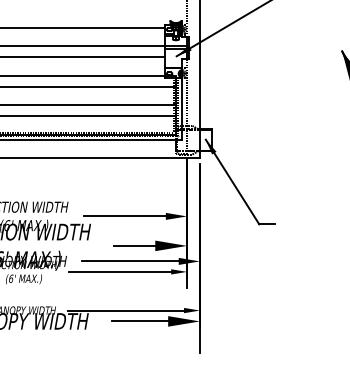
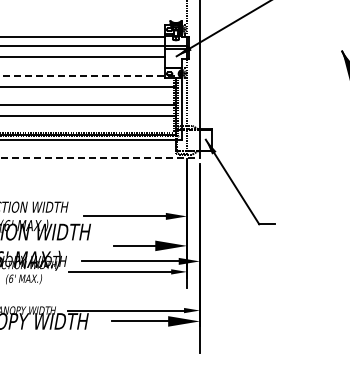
line at (83, 27) position: (83, 27) -> (83, 36)
line at (88, 75): solid -> dashed
line at (100, 158): solid -> dashed
